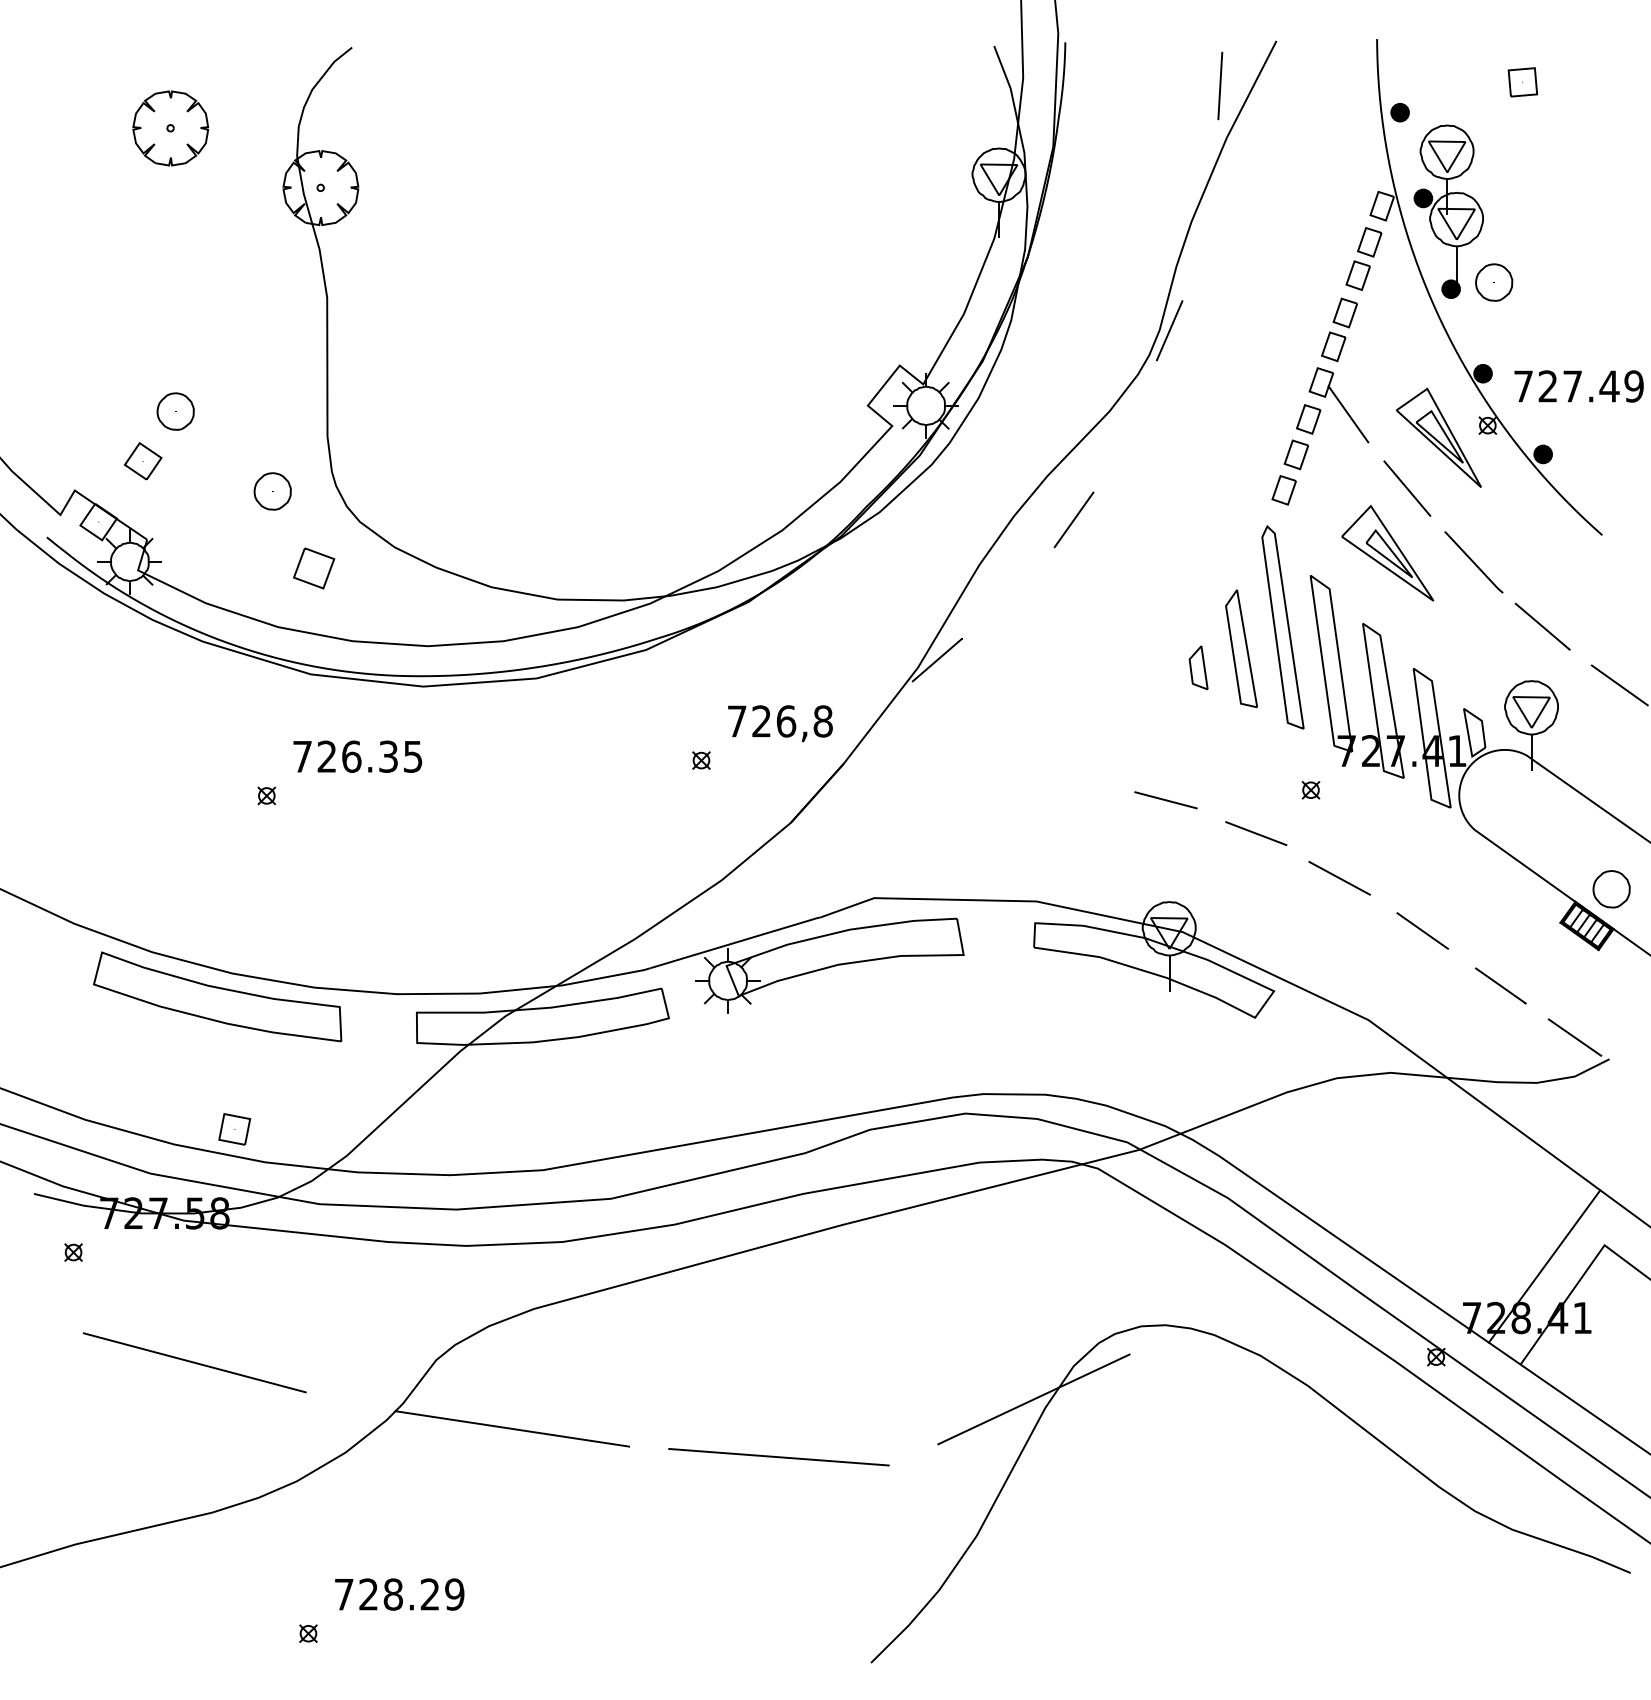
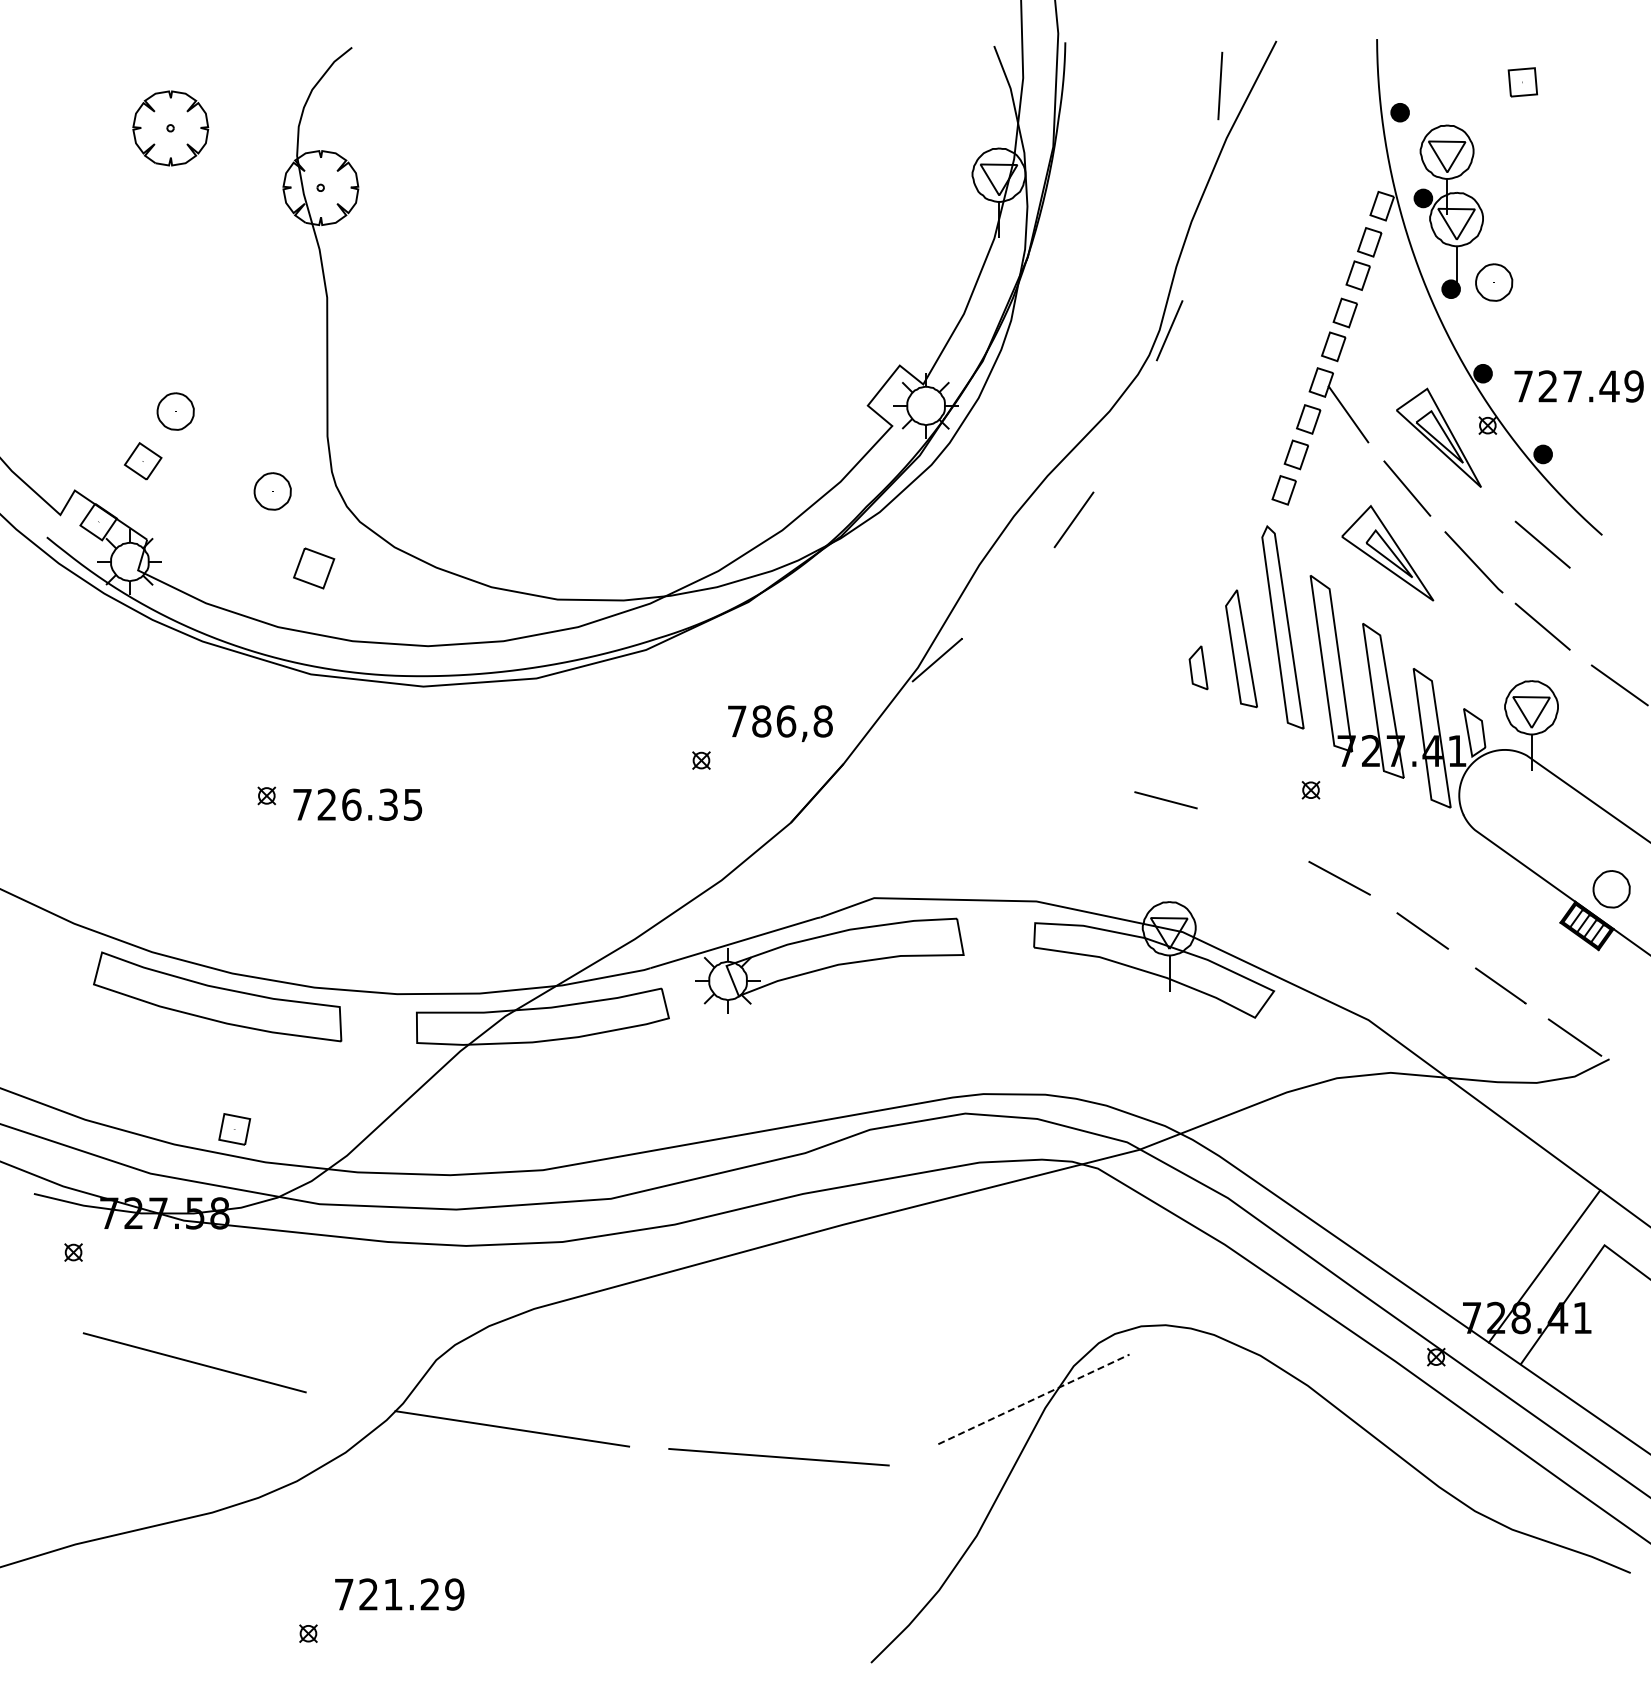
line at (1542, 544): none -> present
text at (761, 721): 726,8 -> 786,8
text at (357, 756) position: (357, 756) -> (357, 804)
line at (1256, 833): present -> none
line at (1033, 1399): solid -> dashed
text at (393, 1594): 728.29 -> 721.29
